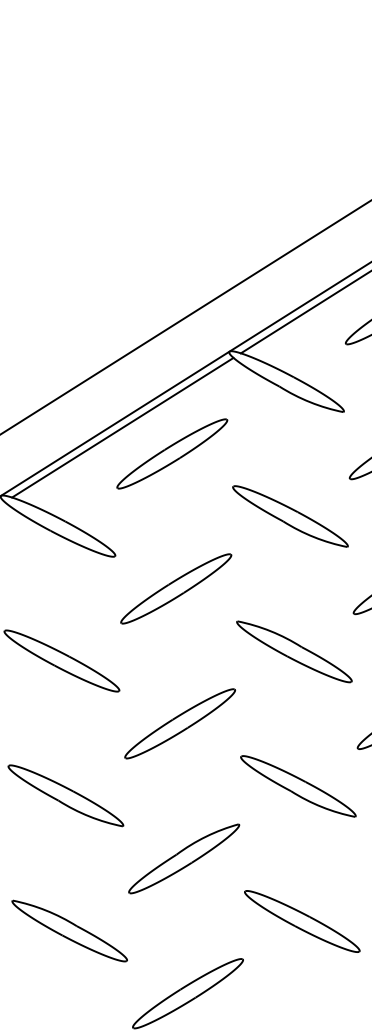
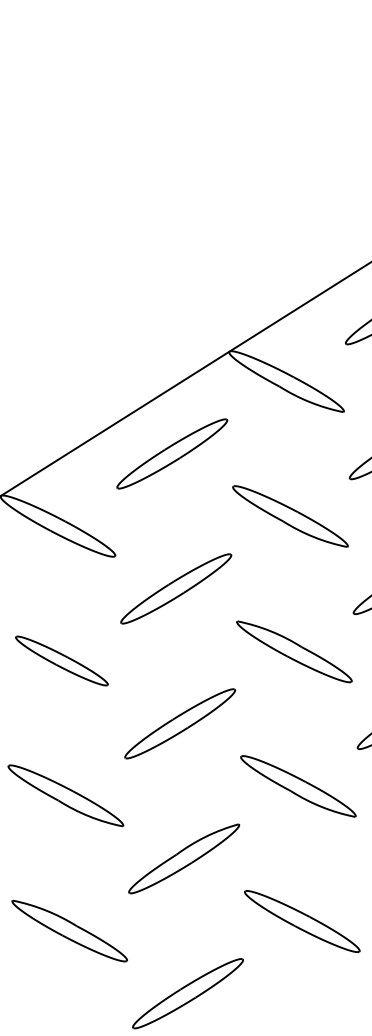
line at (304, 312): present -> none
line at (185, 317): present -> none
line at (122, 427): present -> none
part at (61, 660) size: 118x64 px -> 94x52 px
